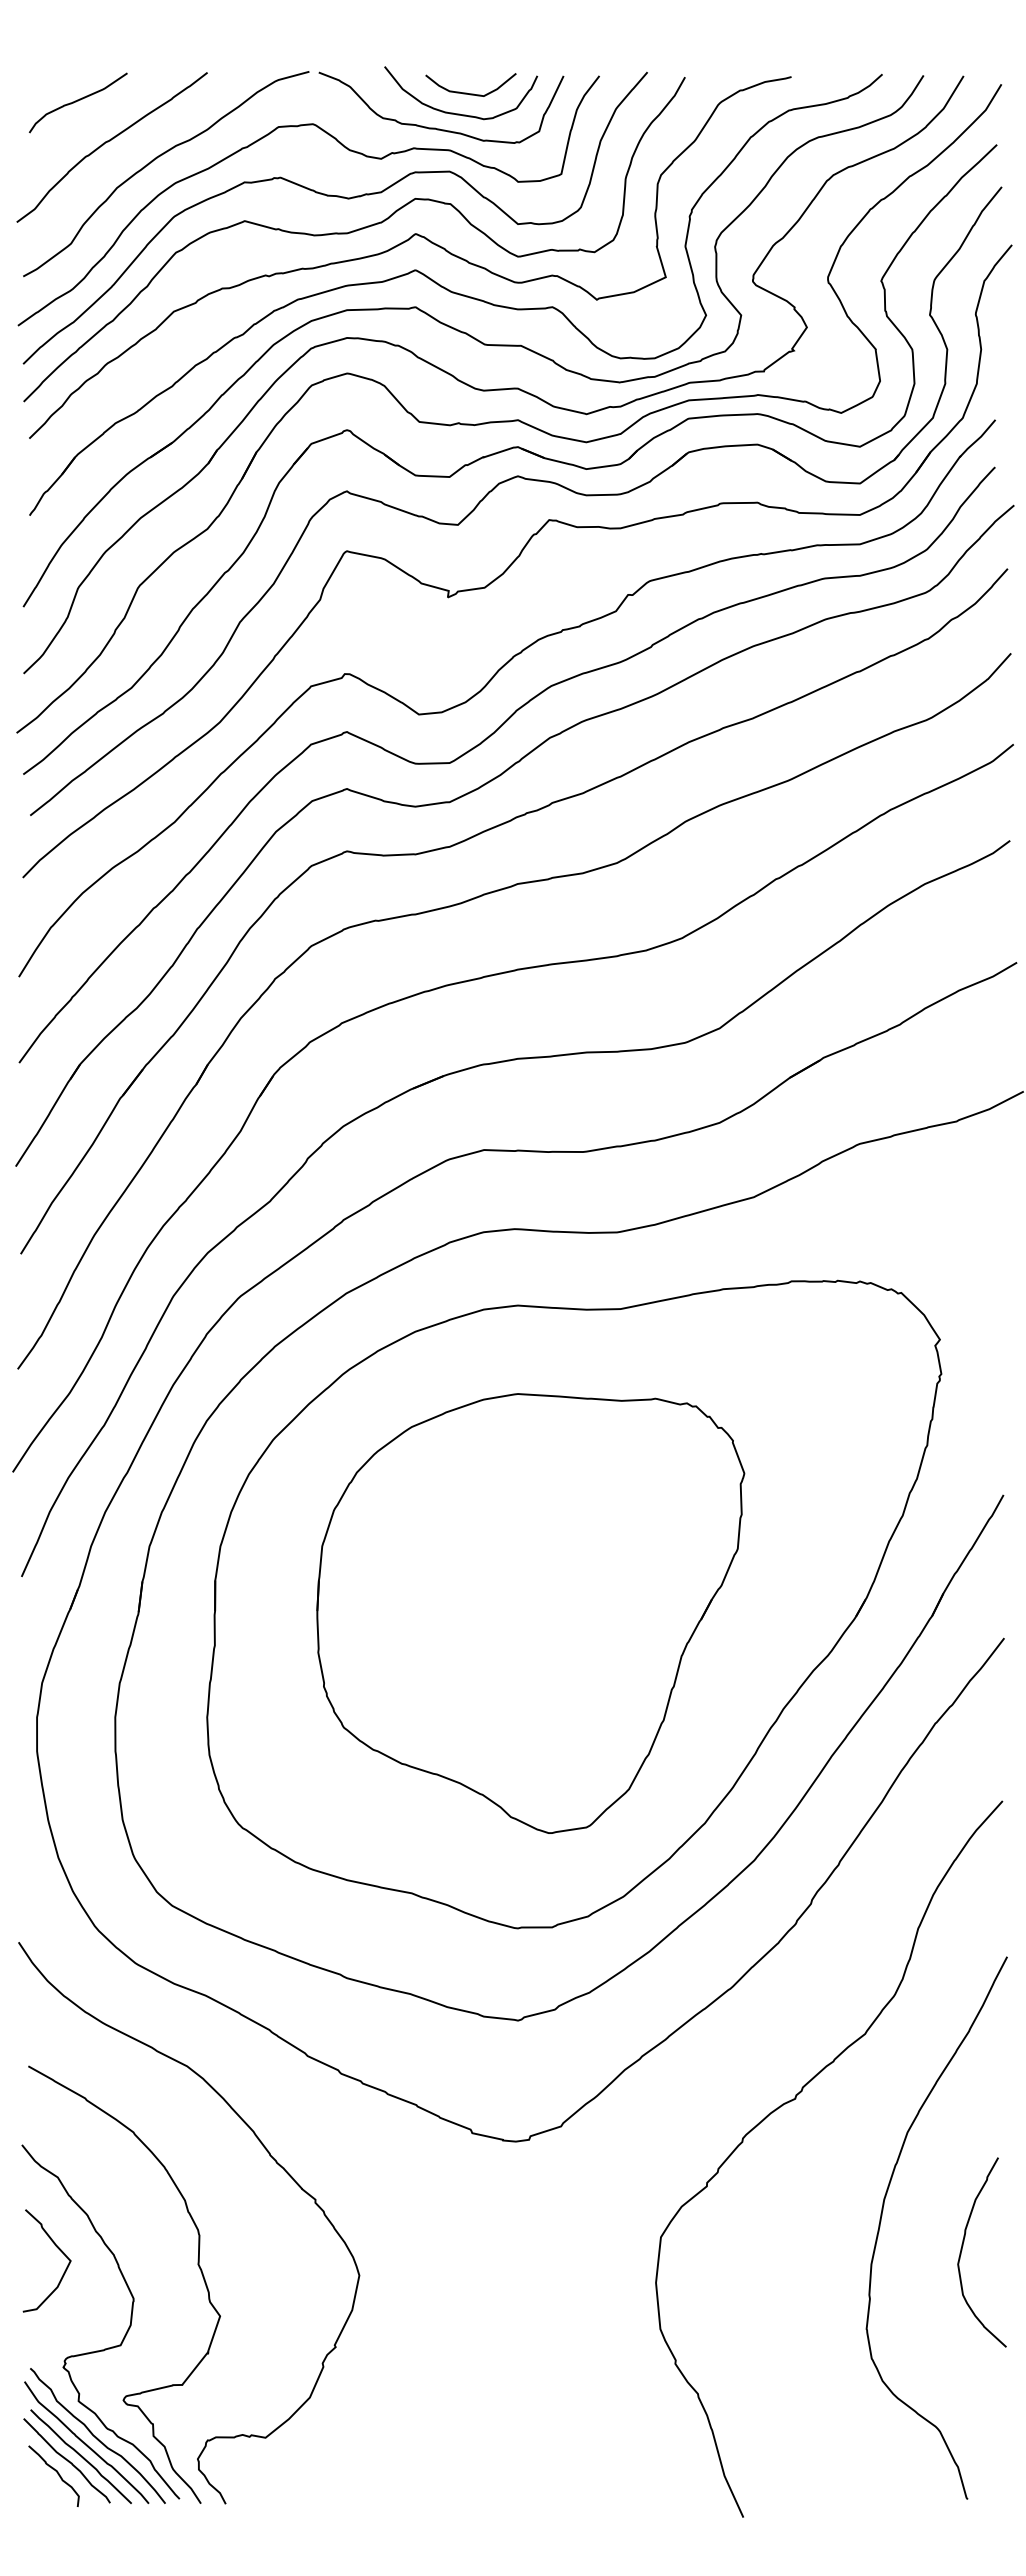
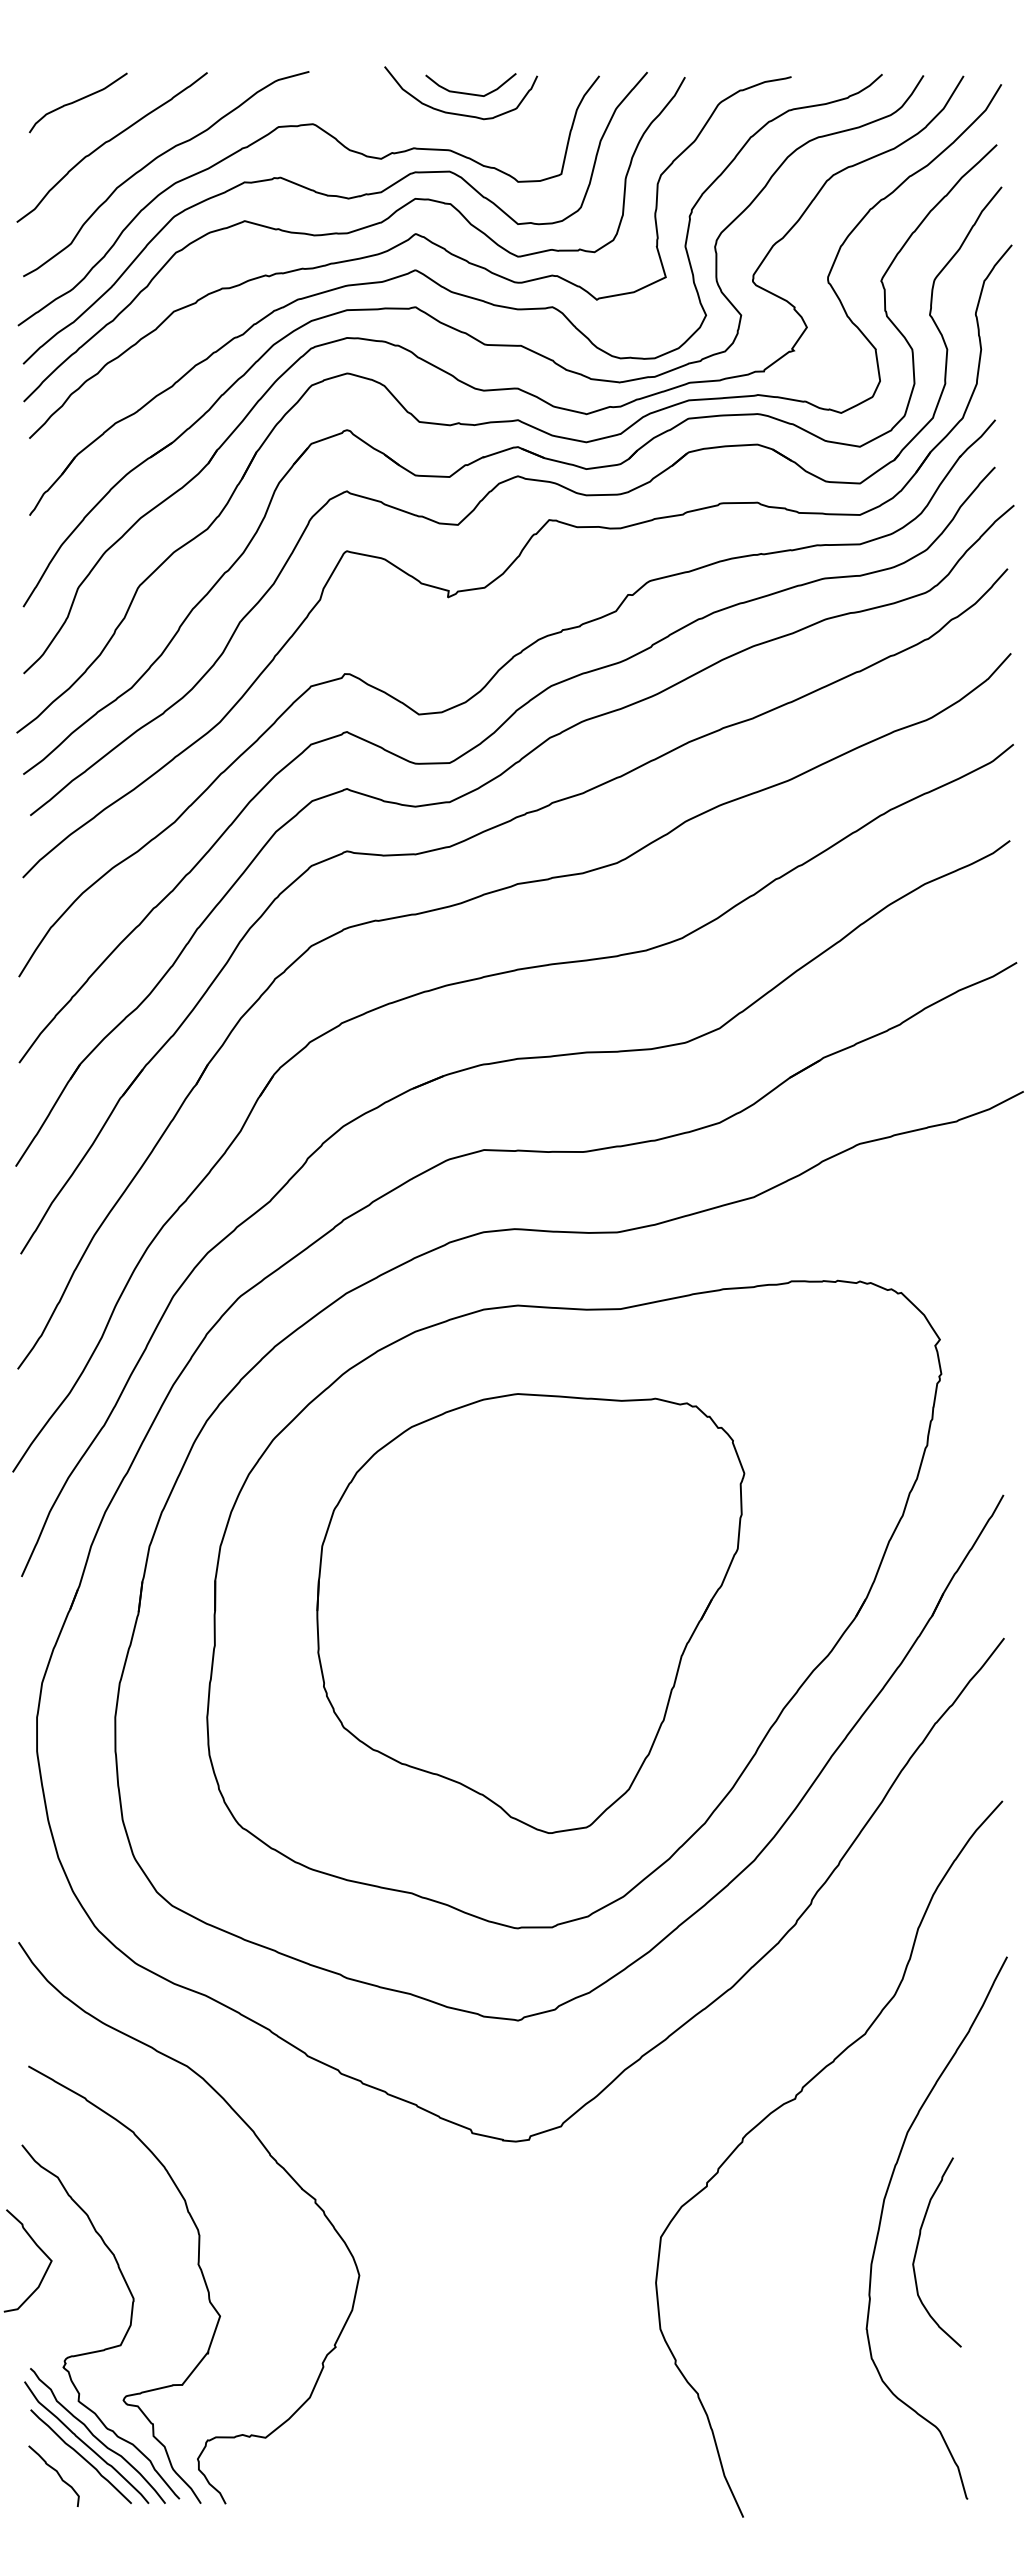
curve at (435, 127): present -> none
curve at (963, 2246) position: (963, 2246) -> (918, 2246)
curve at (57, 2248) position: (57, 2248) -> (38, 2248)
curve at (66, 2460): present -> none
